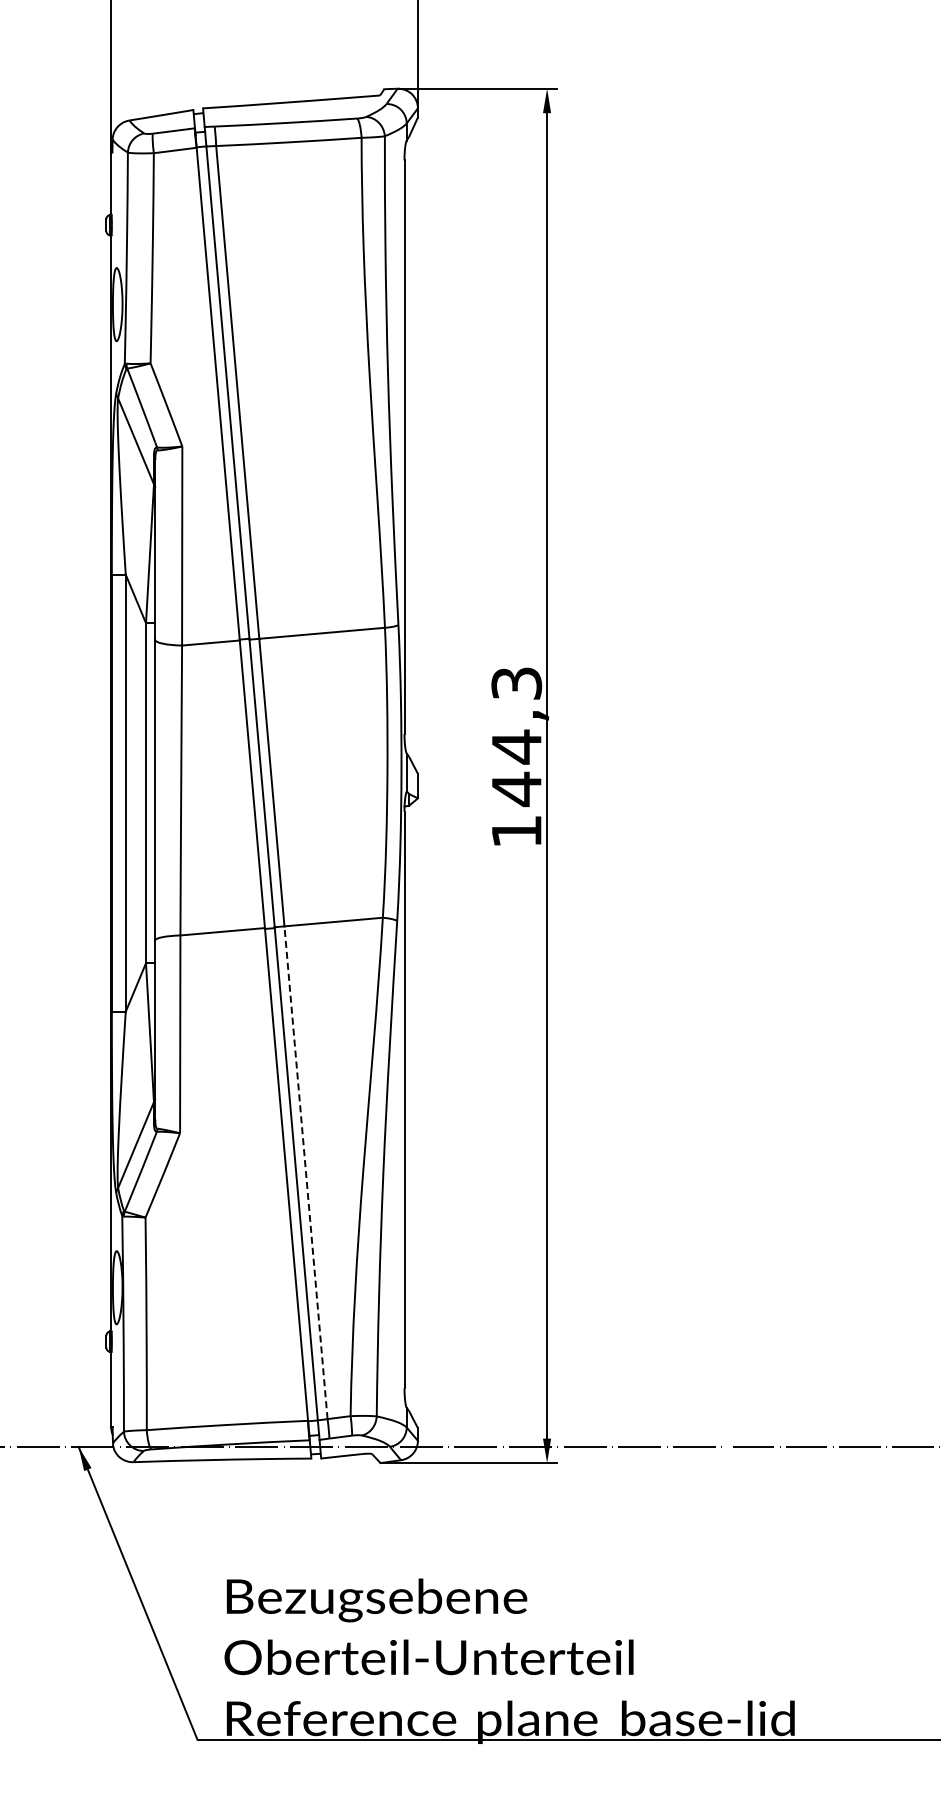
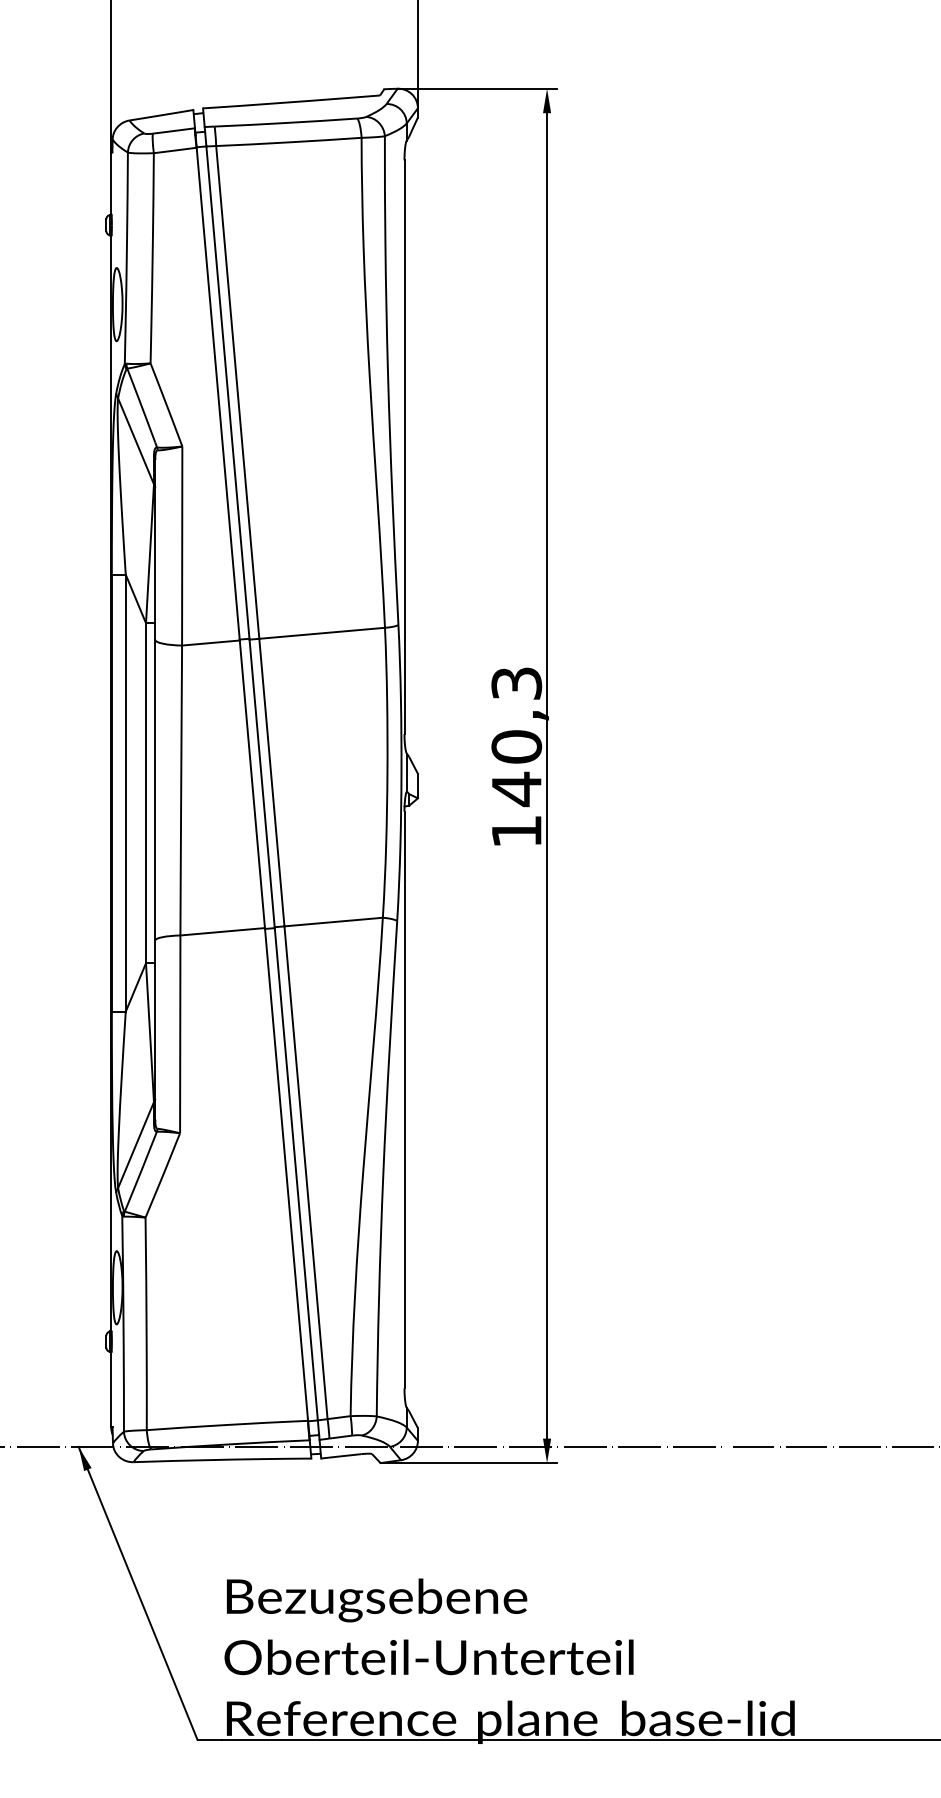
text at (516, 746): 144,3 -> 140,3
line at (305, 1172): dashed -> solid
